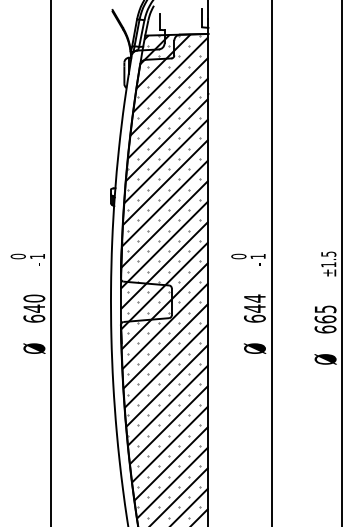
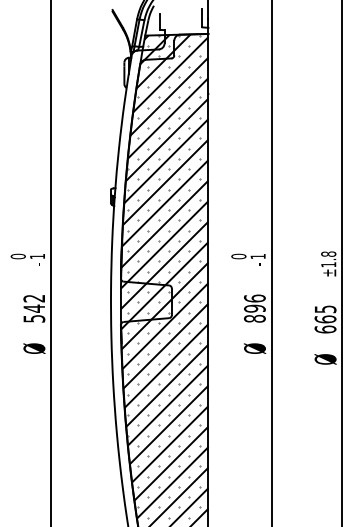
text at (328, 253): ±1.5 -> ±1.8
text at (34, 308): 640 -> 542
text at (254, 308): 644 -> 896
